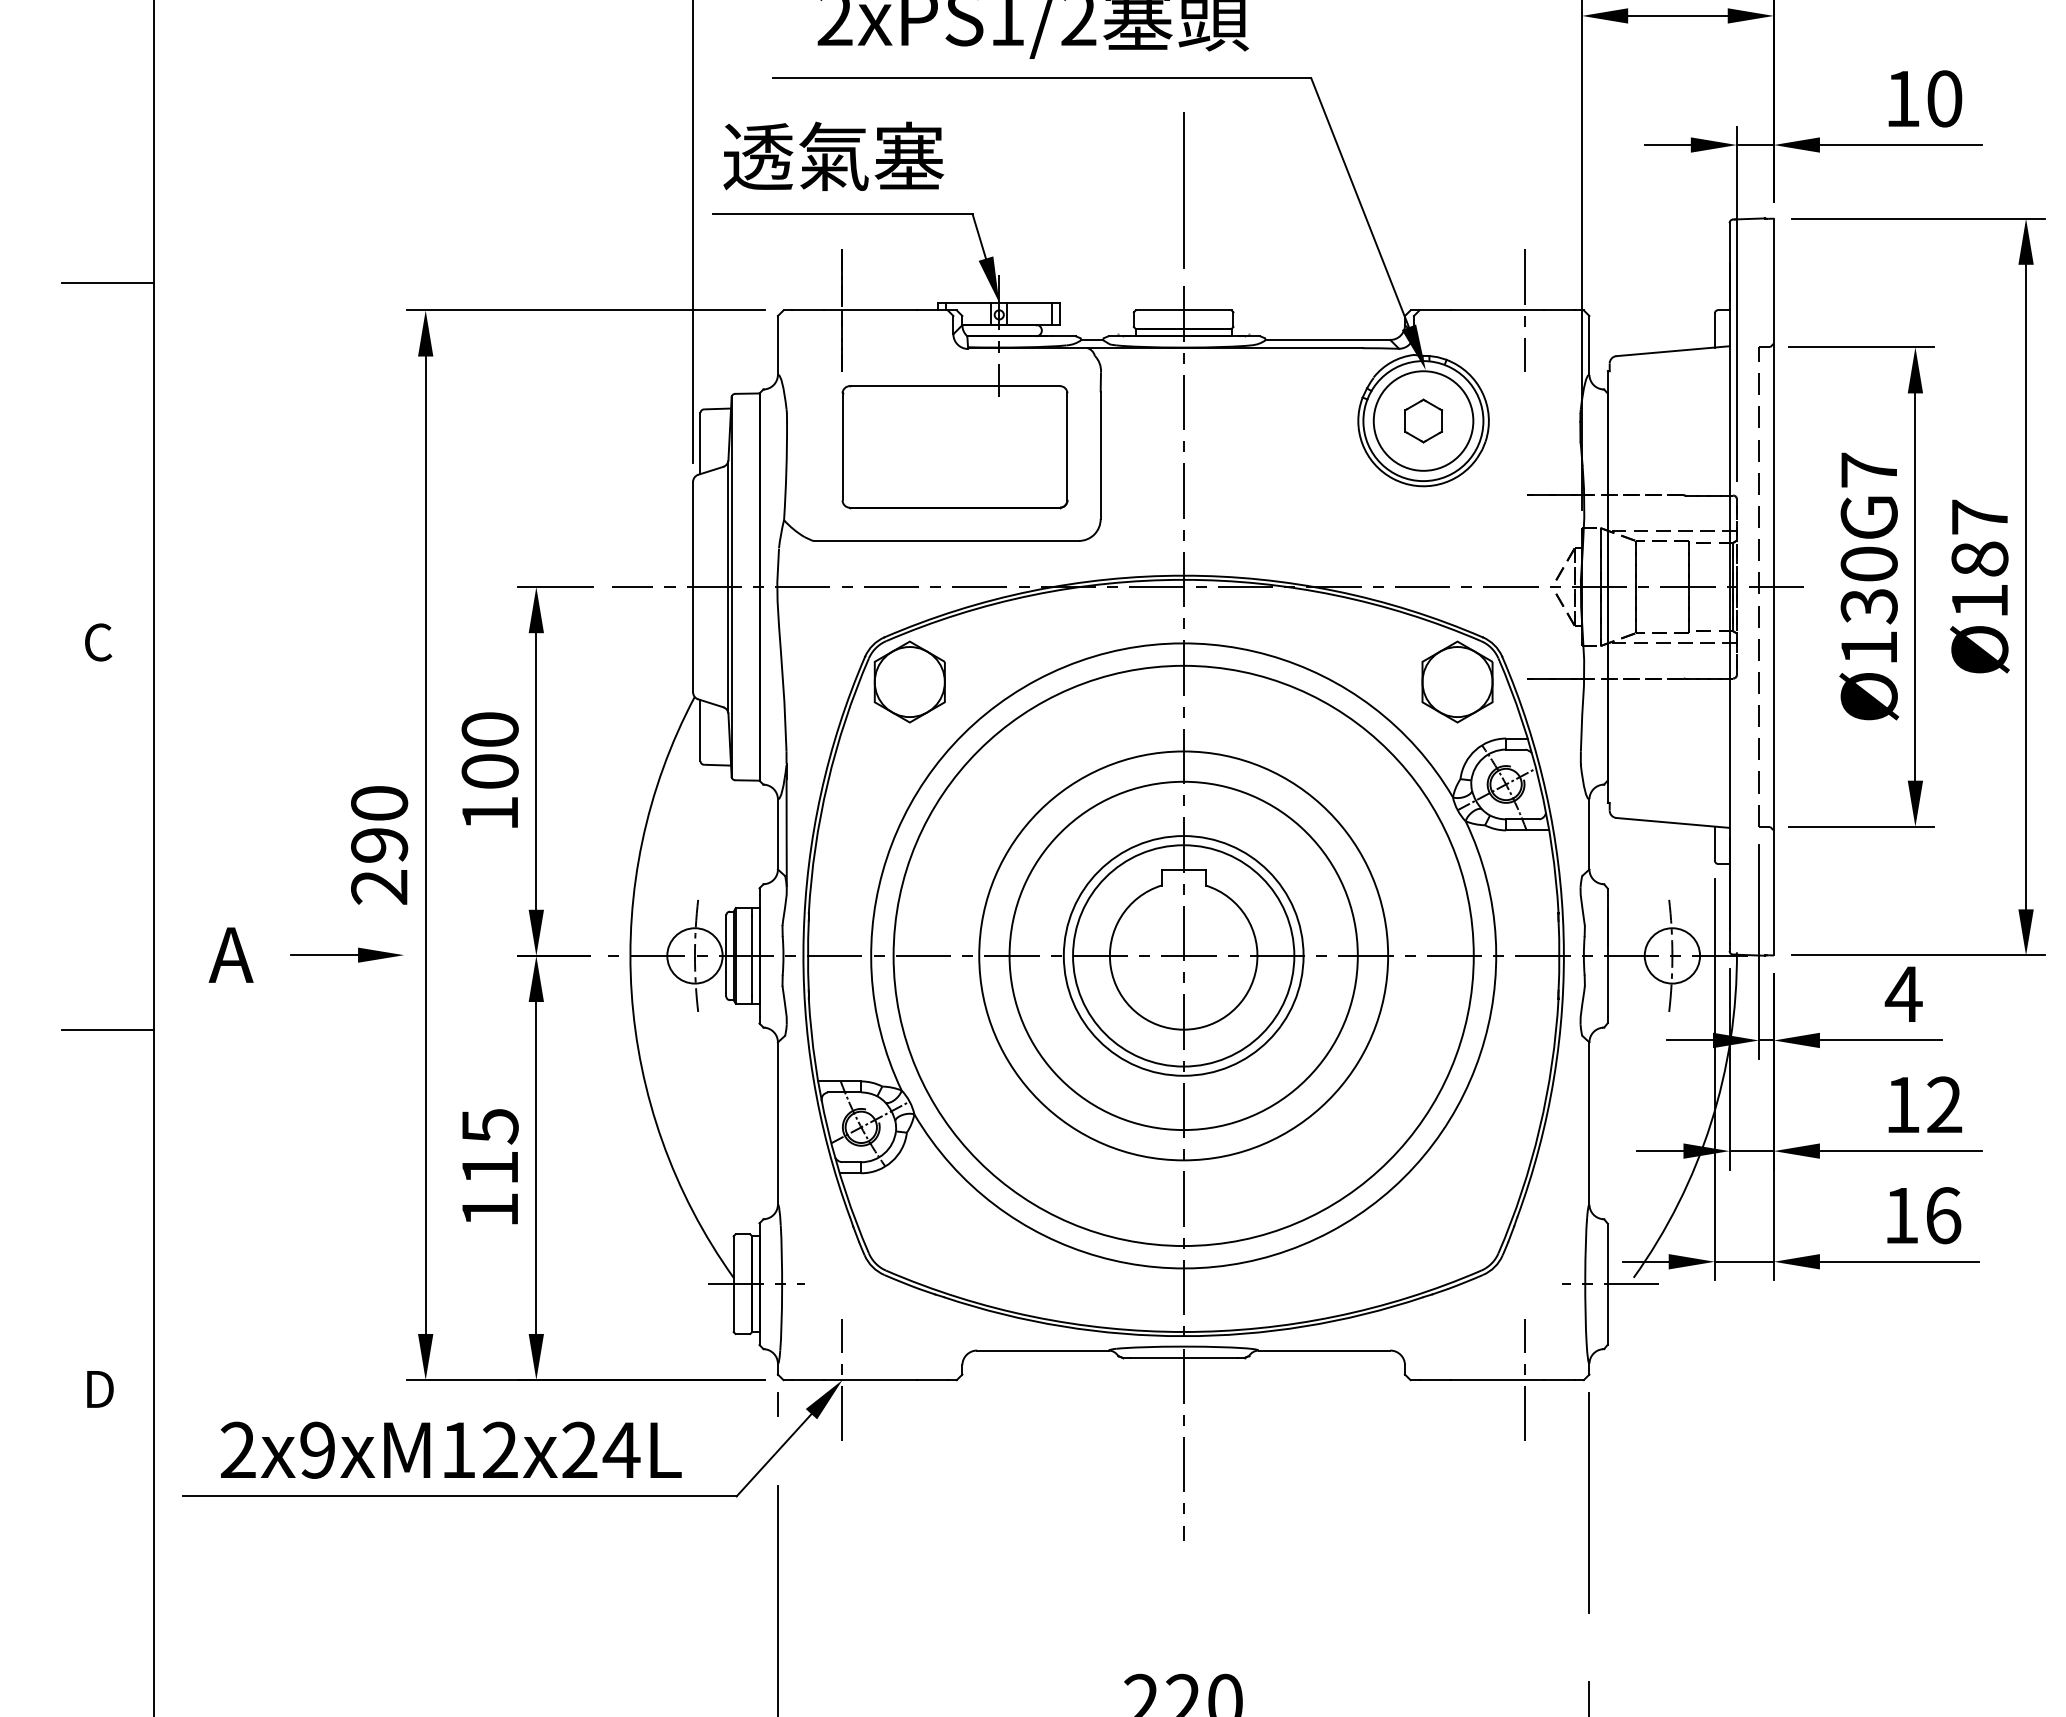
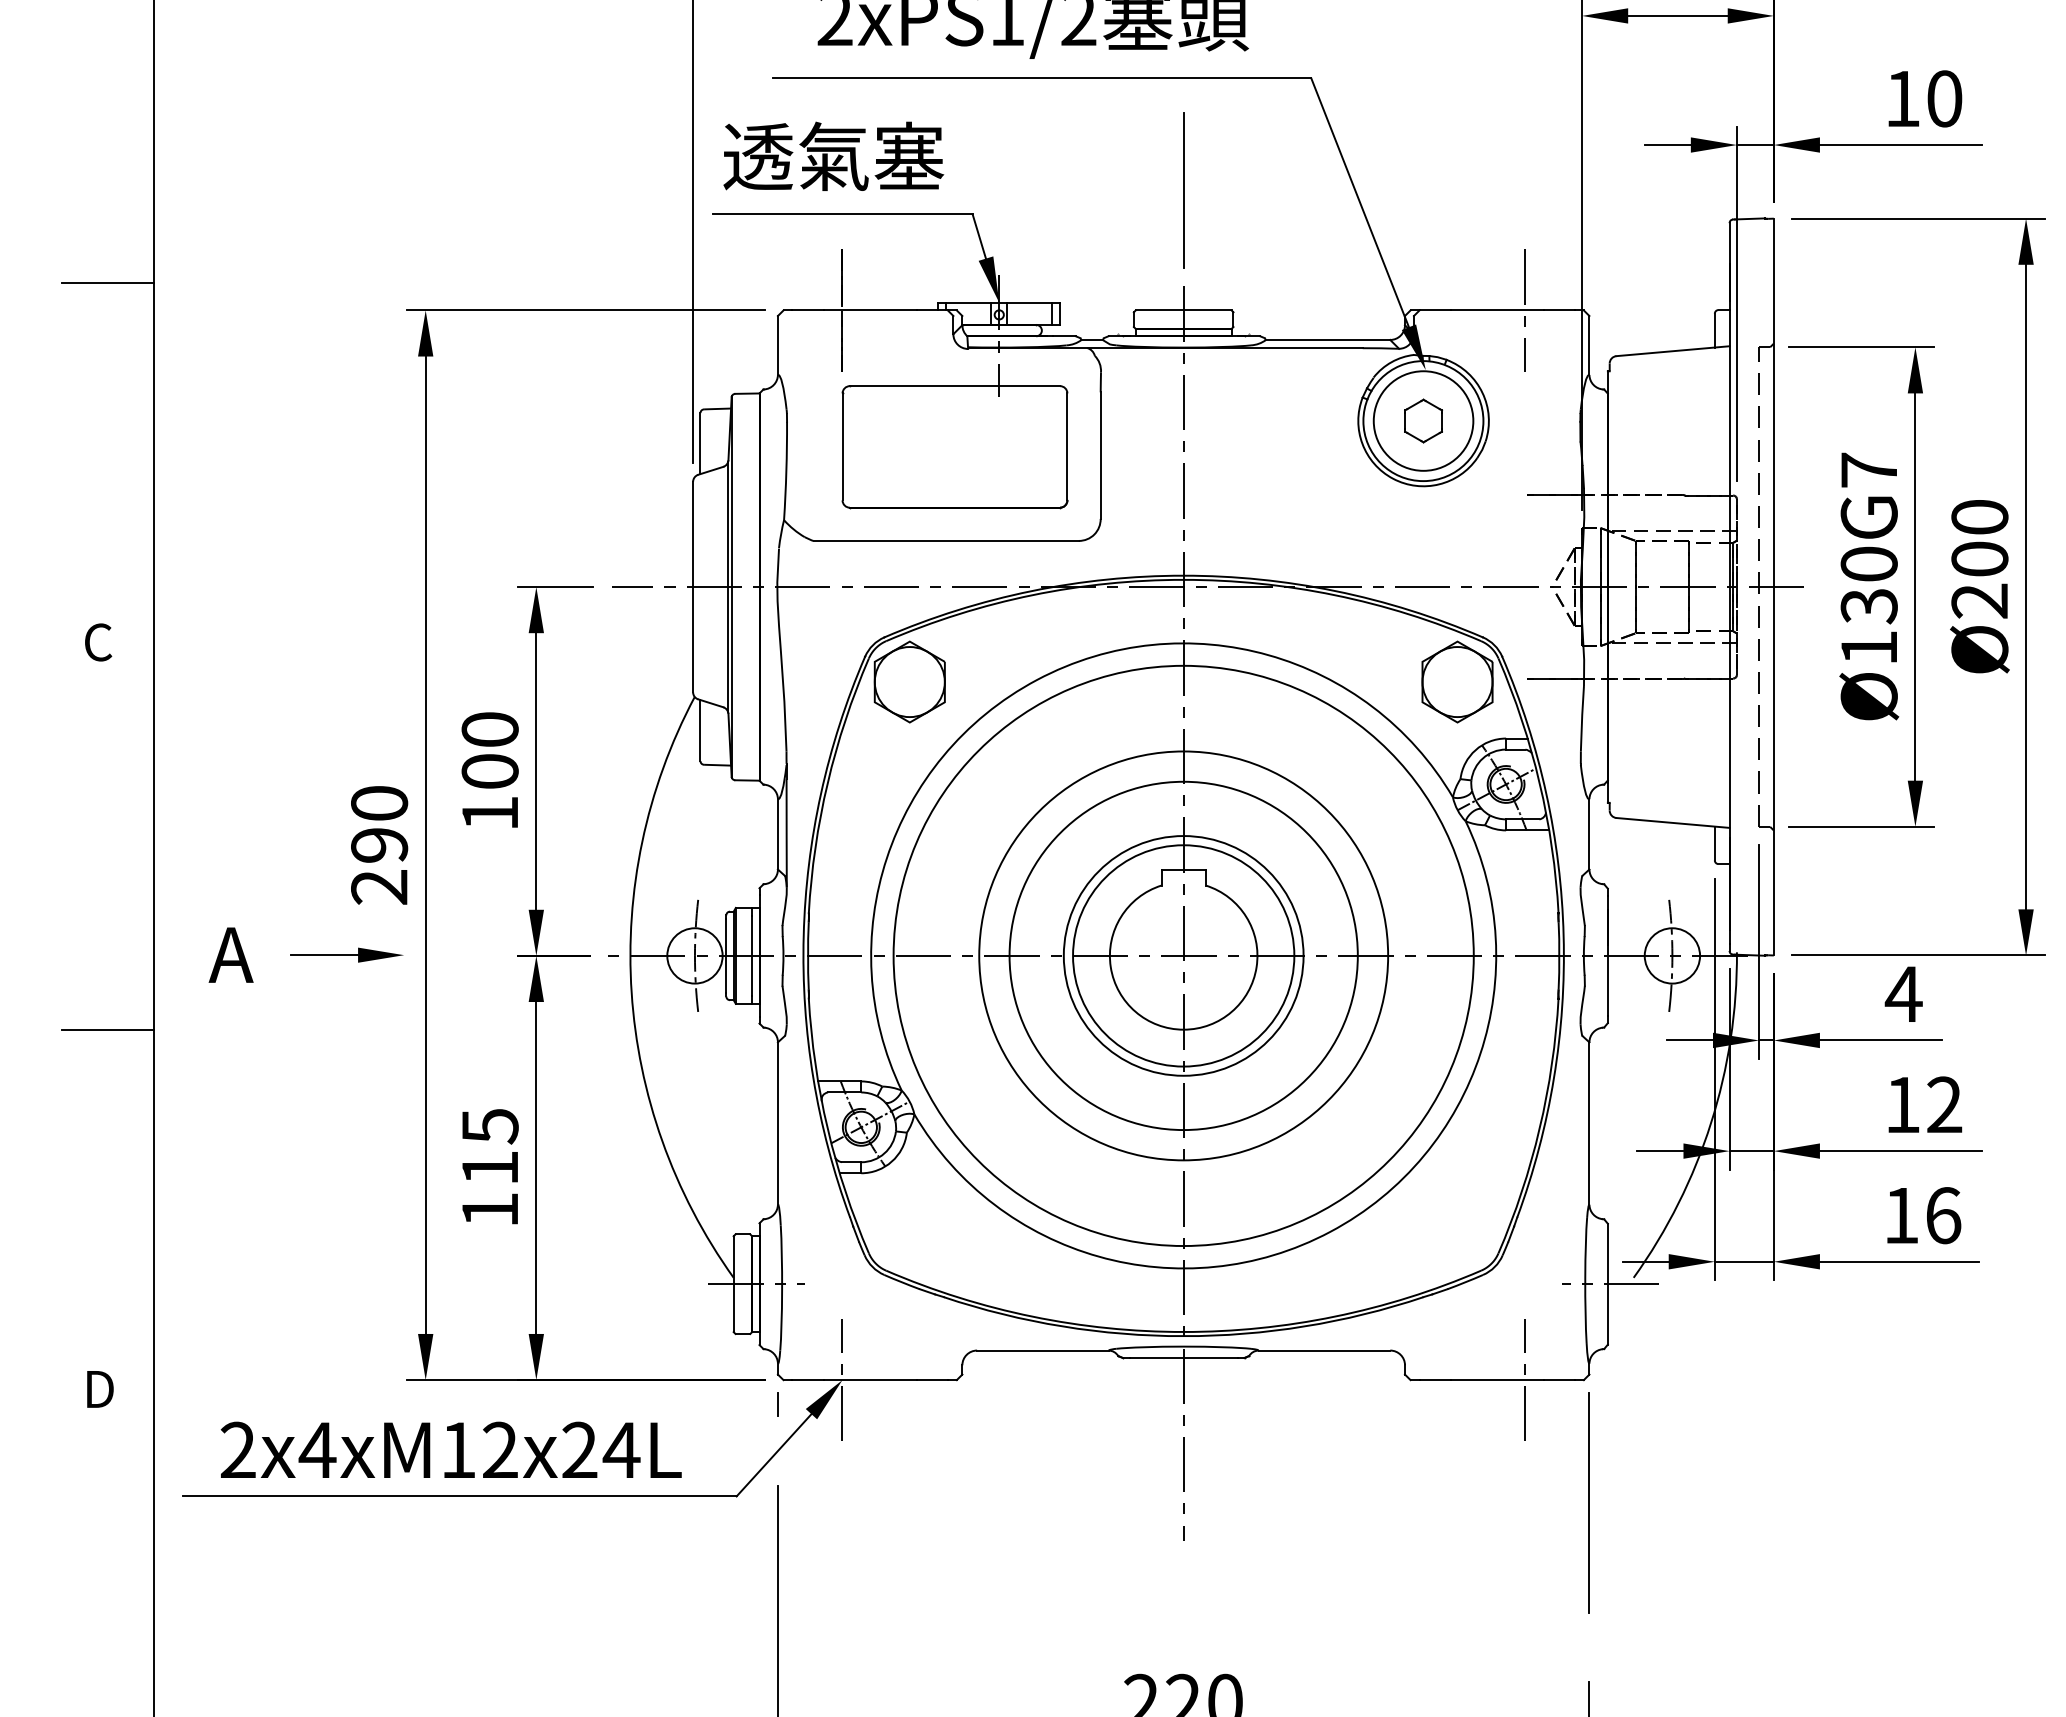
text at (1979, 558): Ø187 -> Ø200
text at (317, 1449): 2x9xM12x24L -> 2x4xM12x24L
